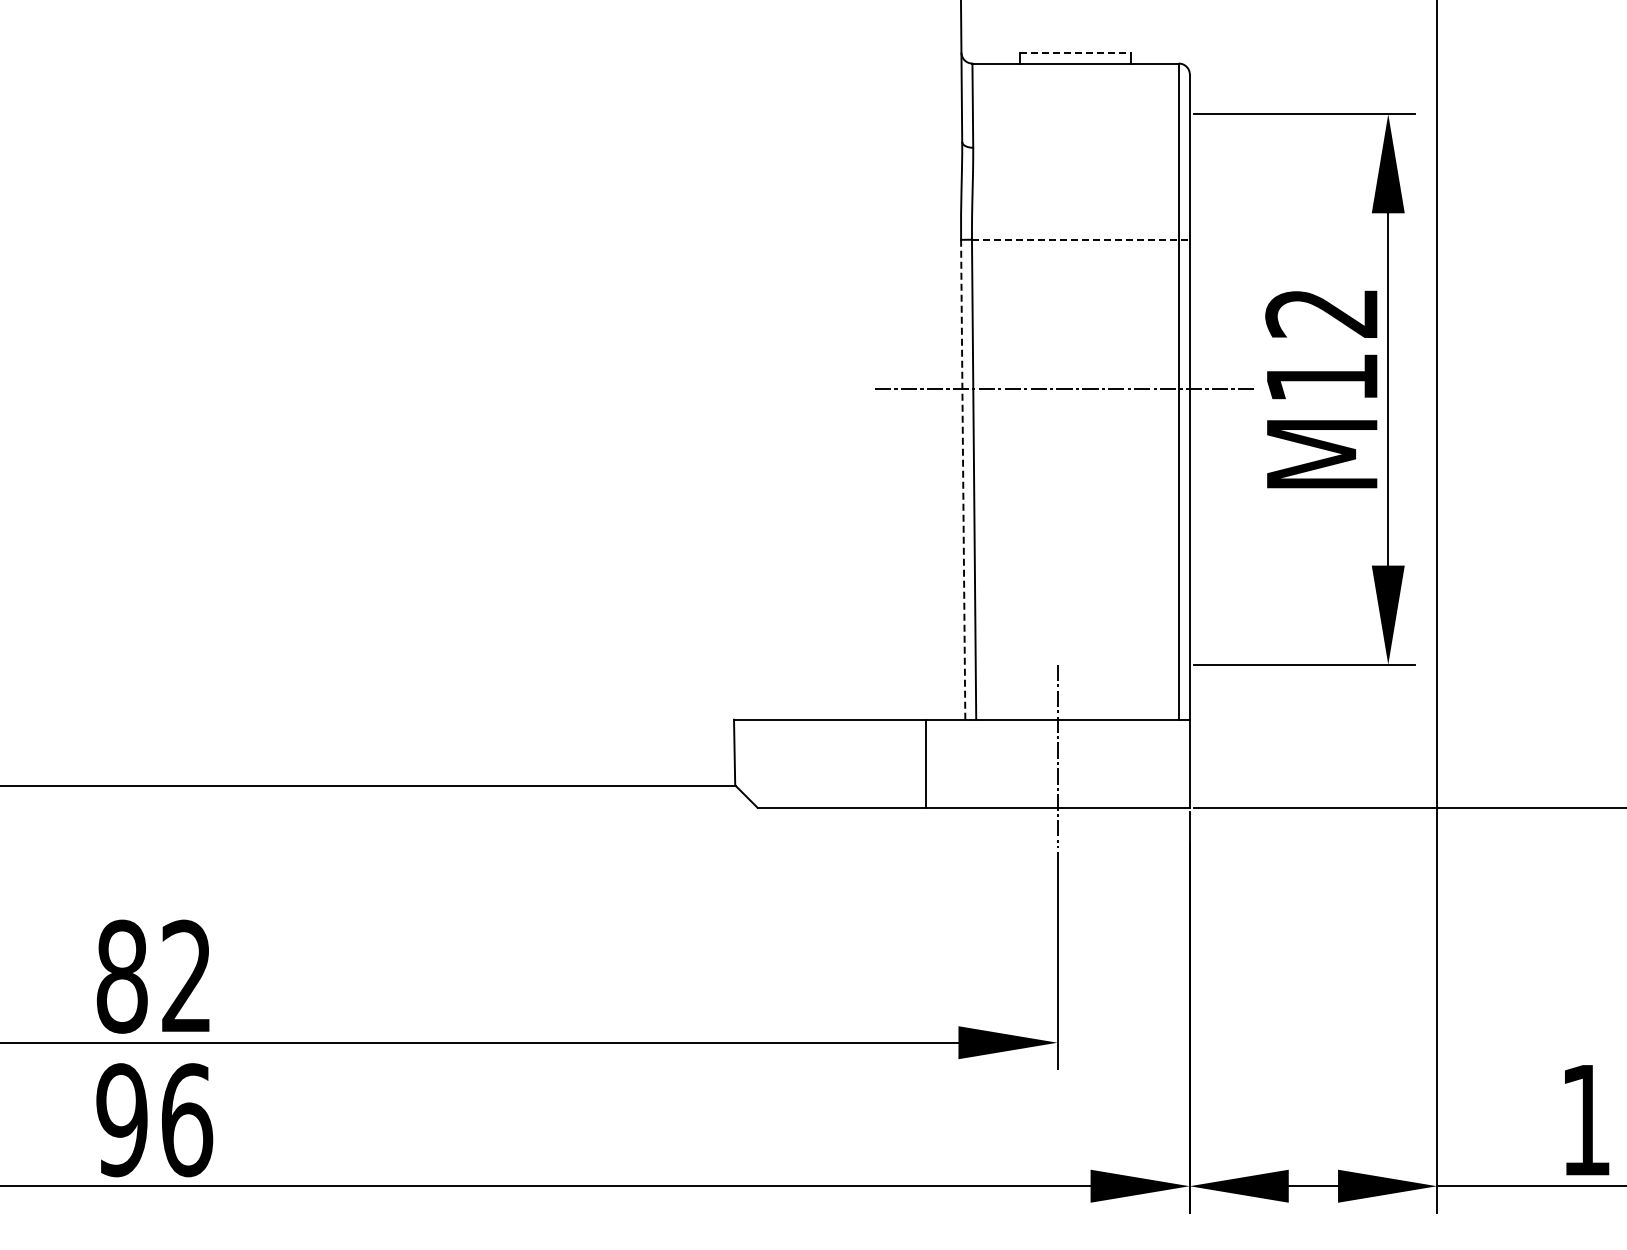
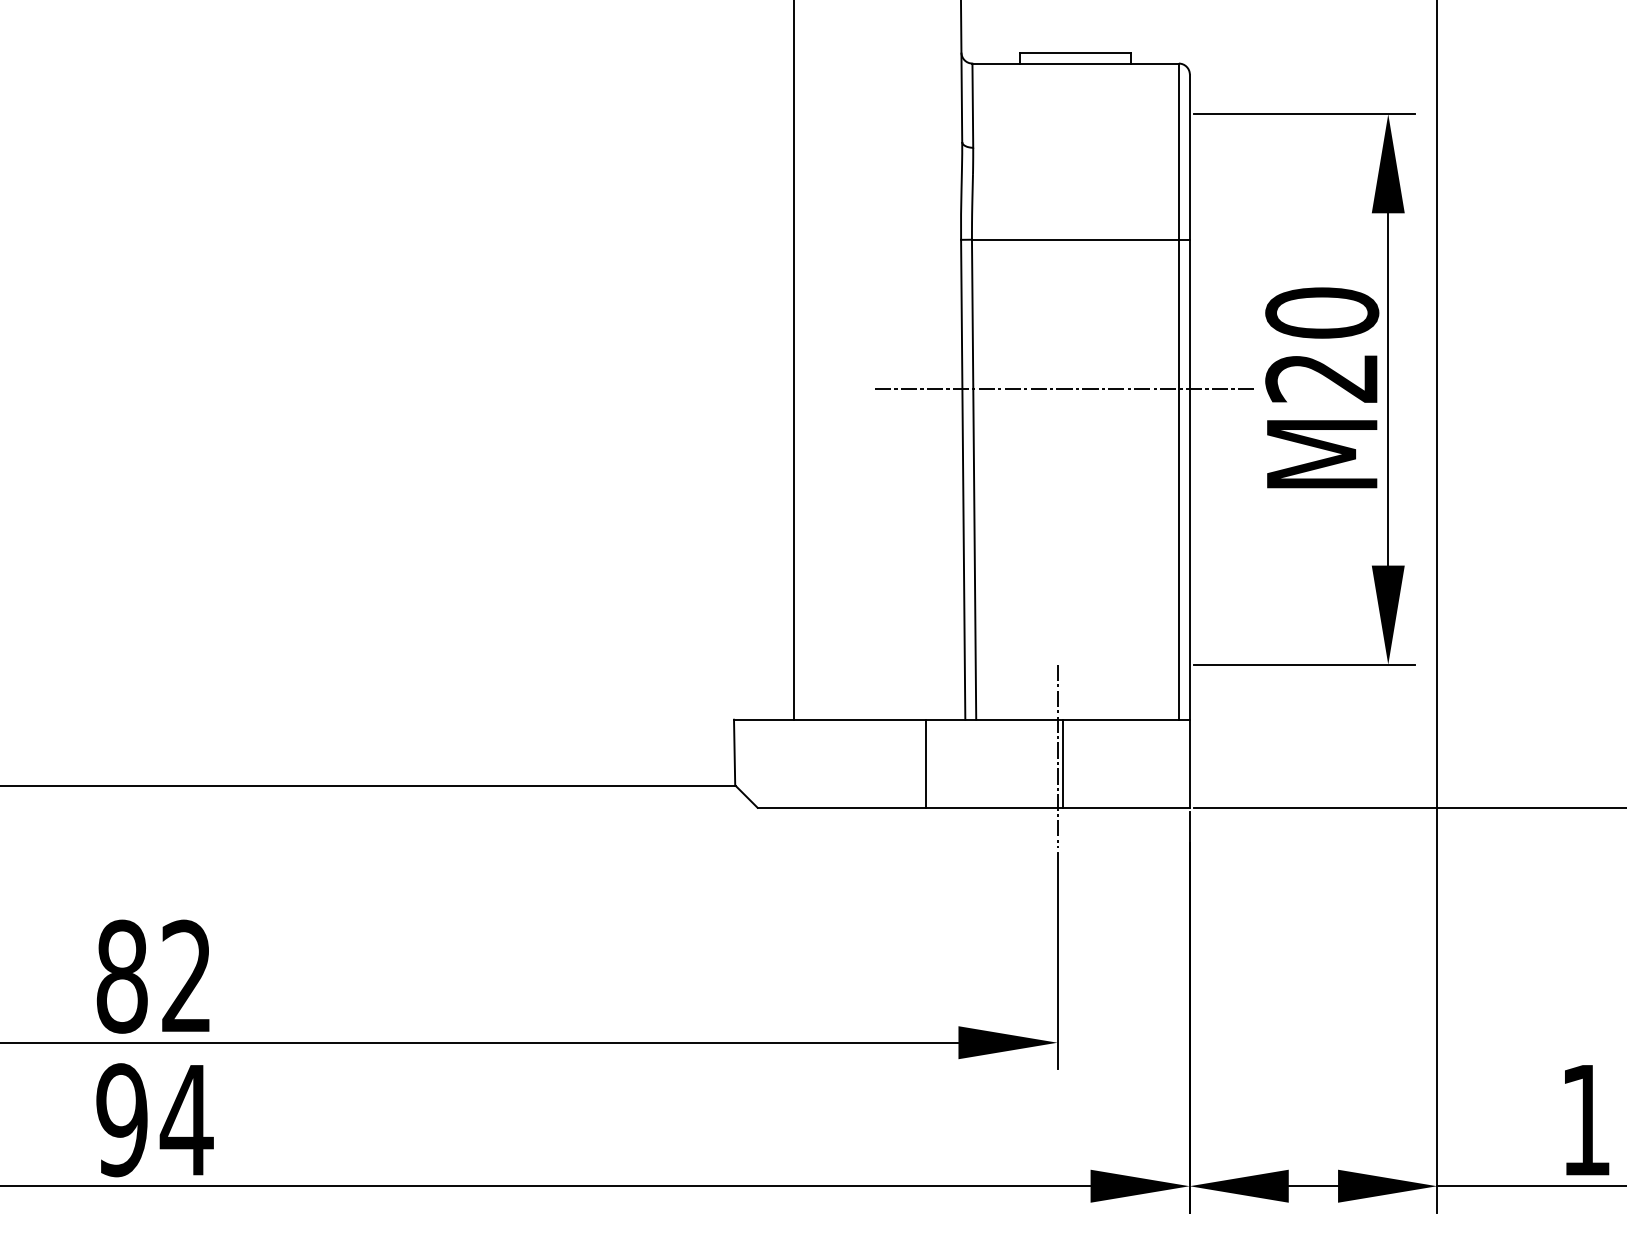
line at (1076, 52): dashed -> solid
line at (1080, 239): dashed -> solid
text at (1322, 344): M12 -> M20
line at (793, 360): none -> present
line at (963, 479): dashed -> solid
line at (1063, 763): none -> present
text at (186, 1120): 96 -> 94
